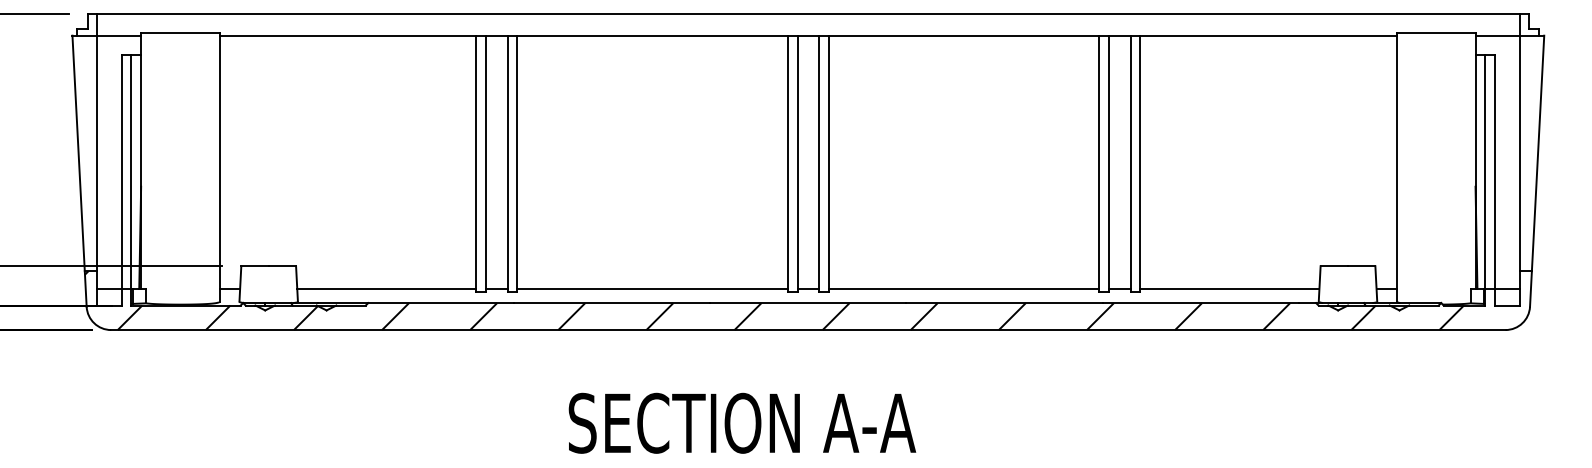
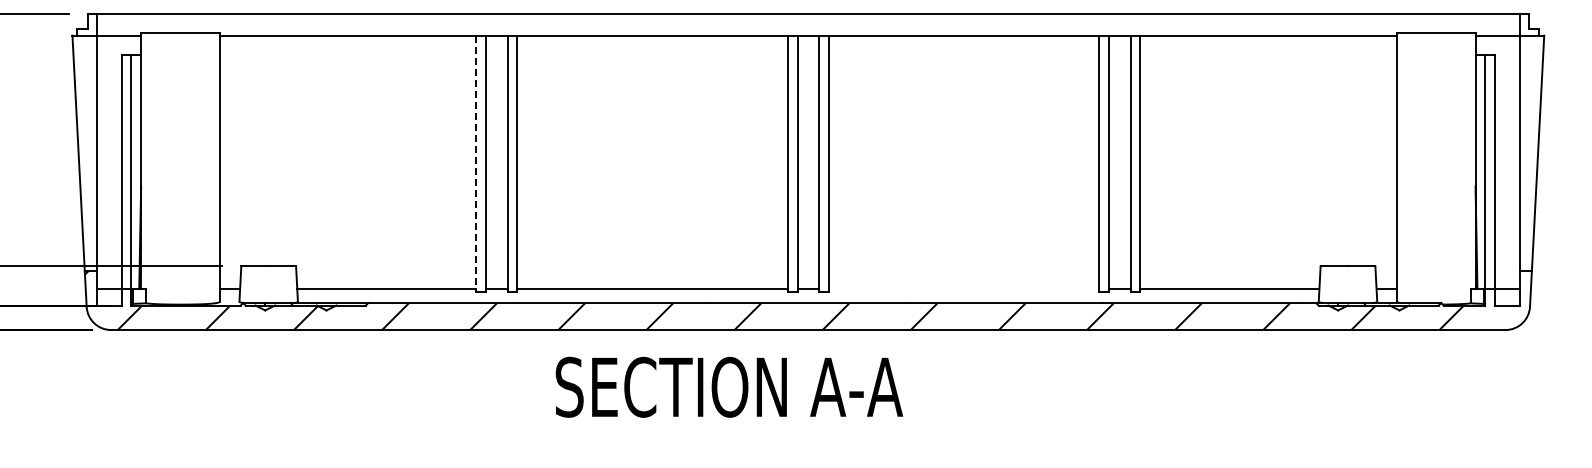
line at (476, 164): solid -> dashed
line at (963, 288): present -> none
text at (742, 422) position: (742, 422) -> (729, 386)
